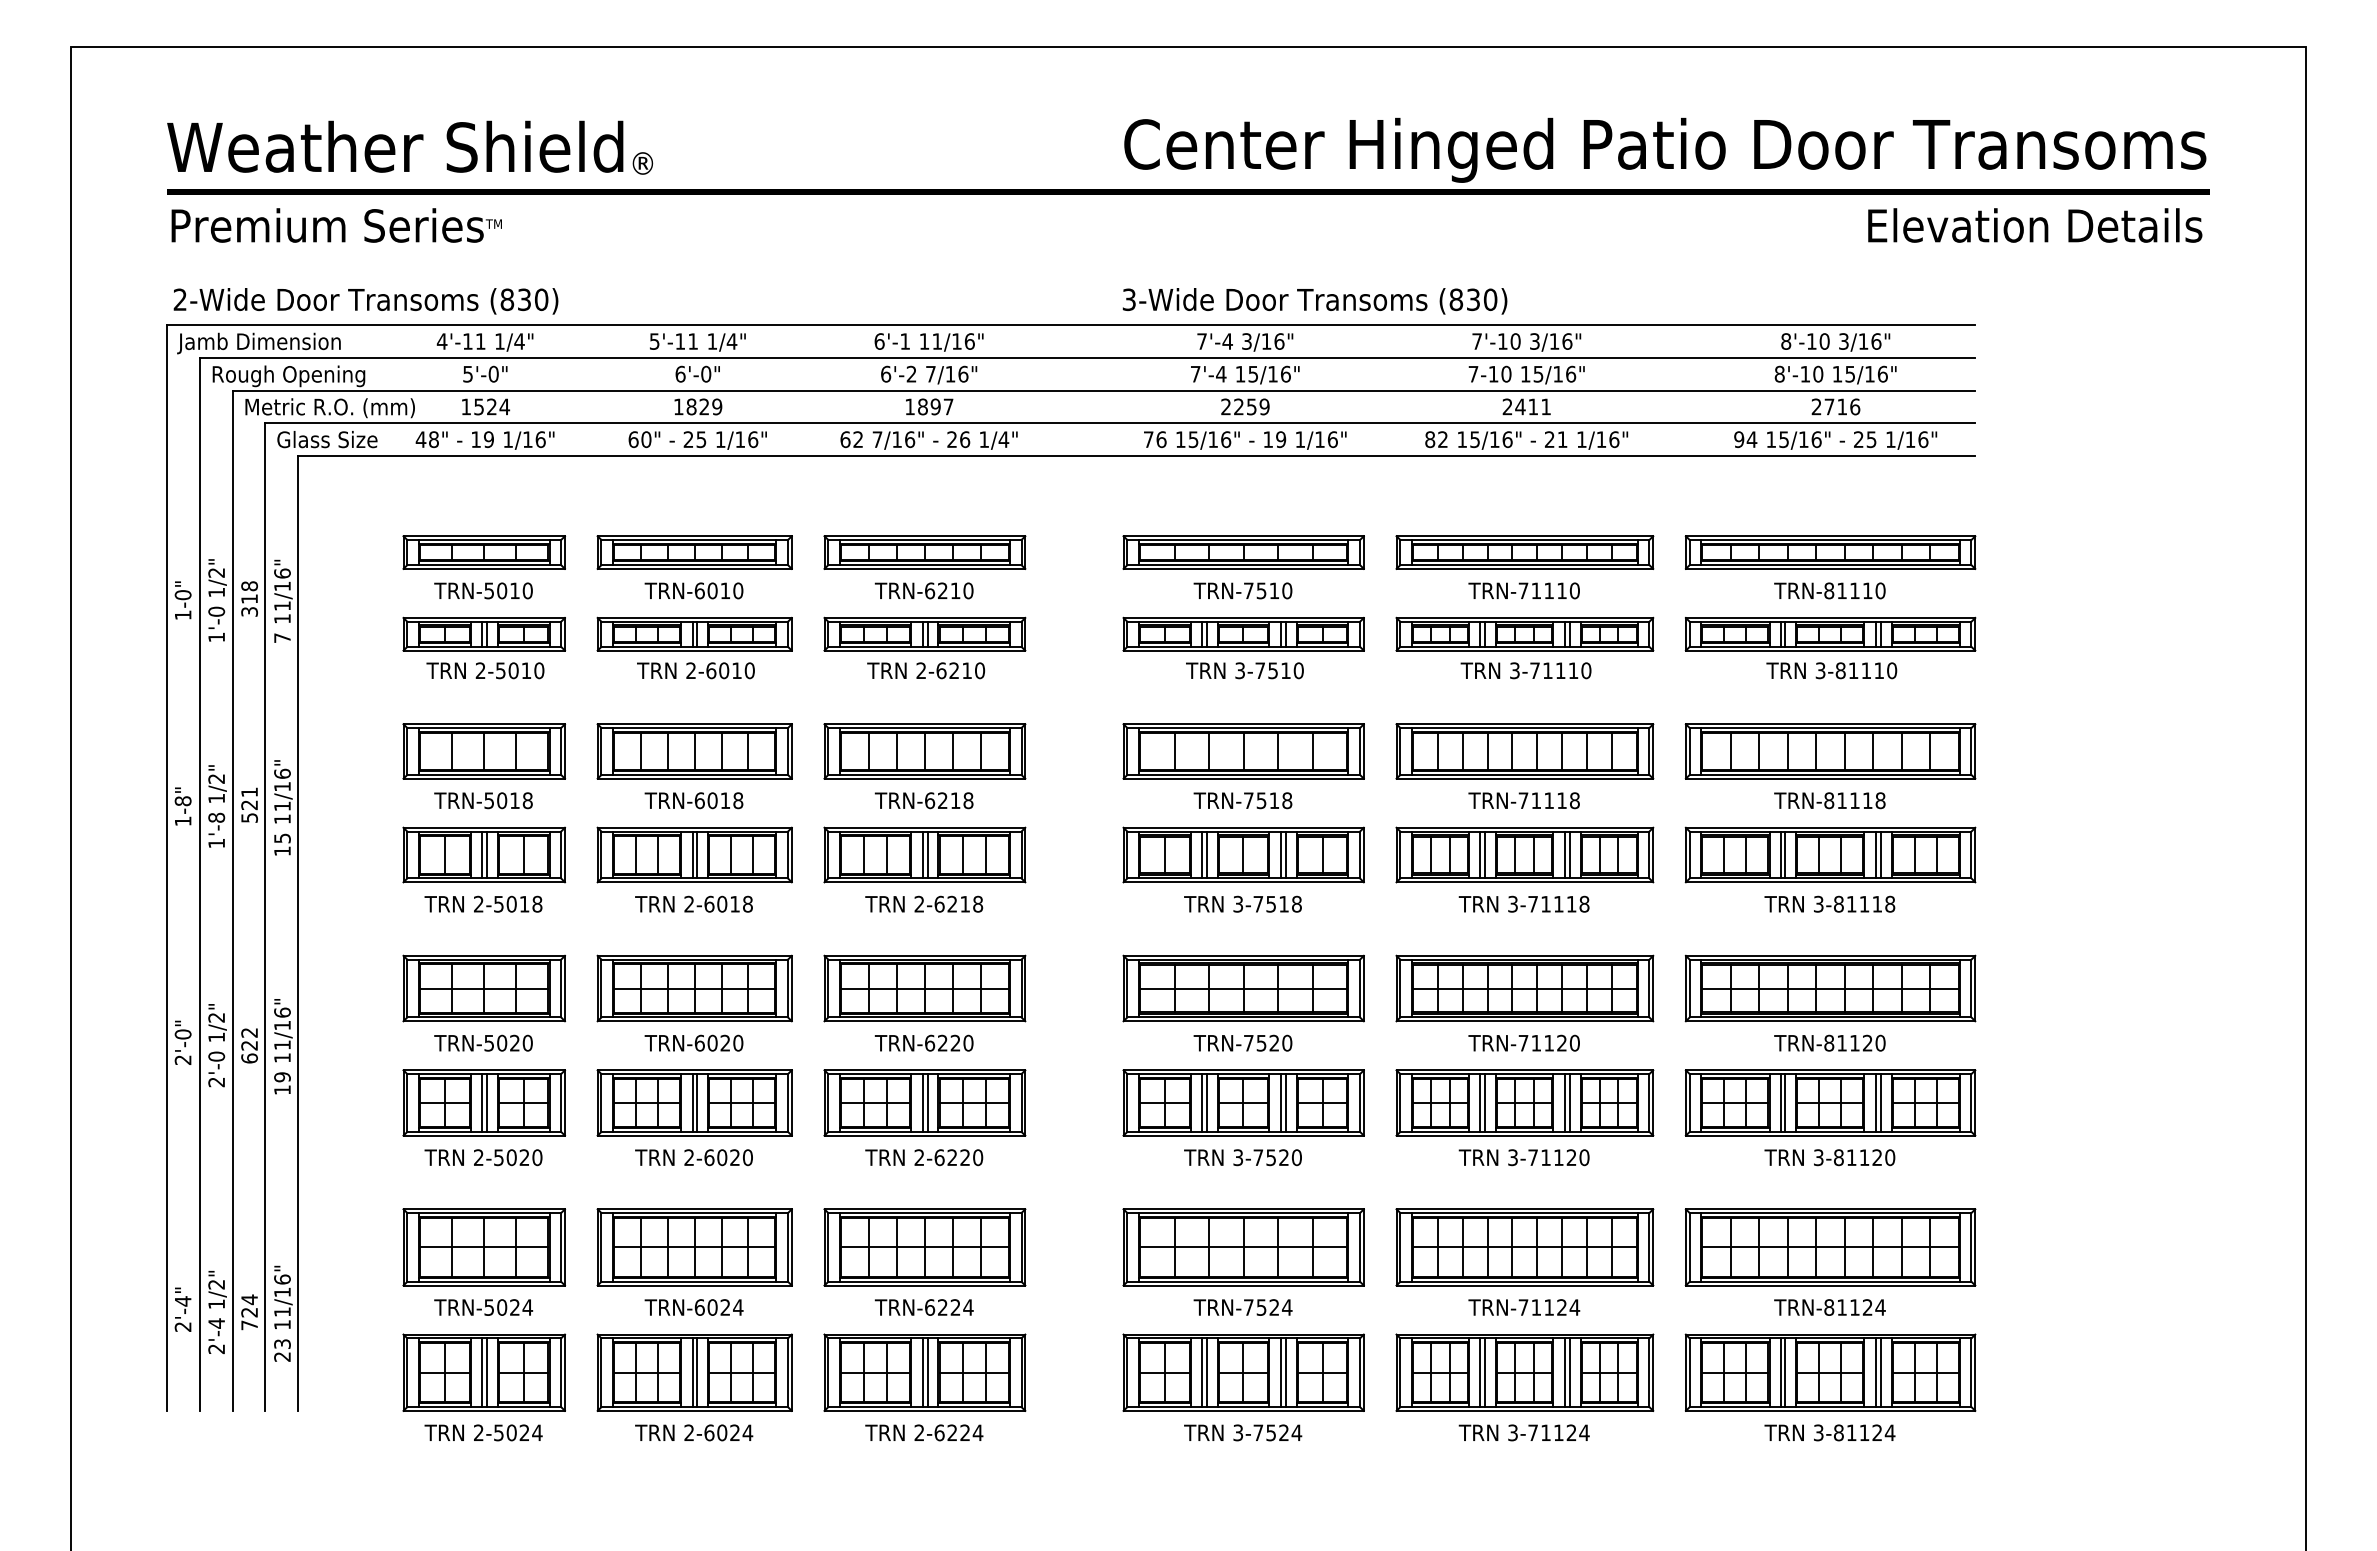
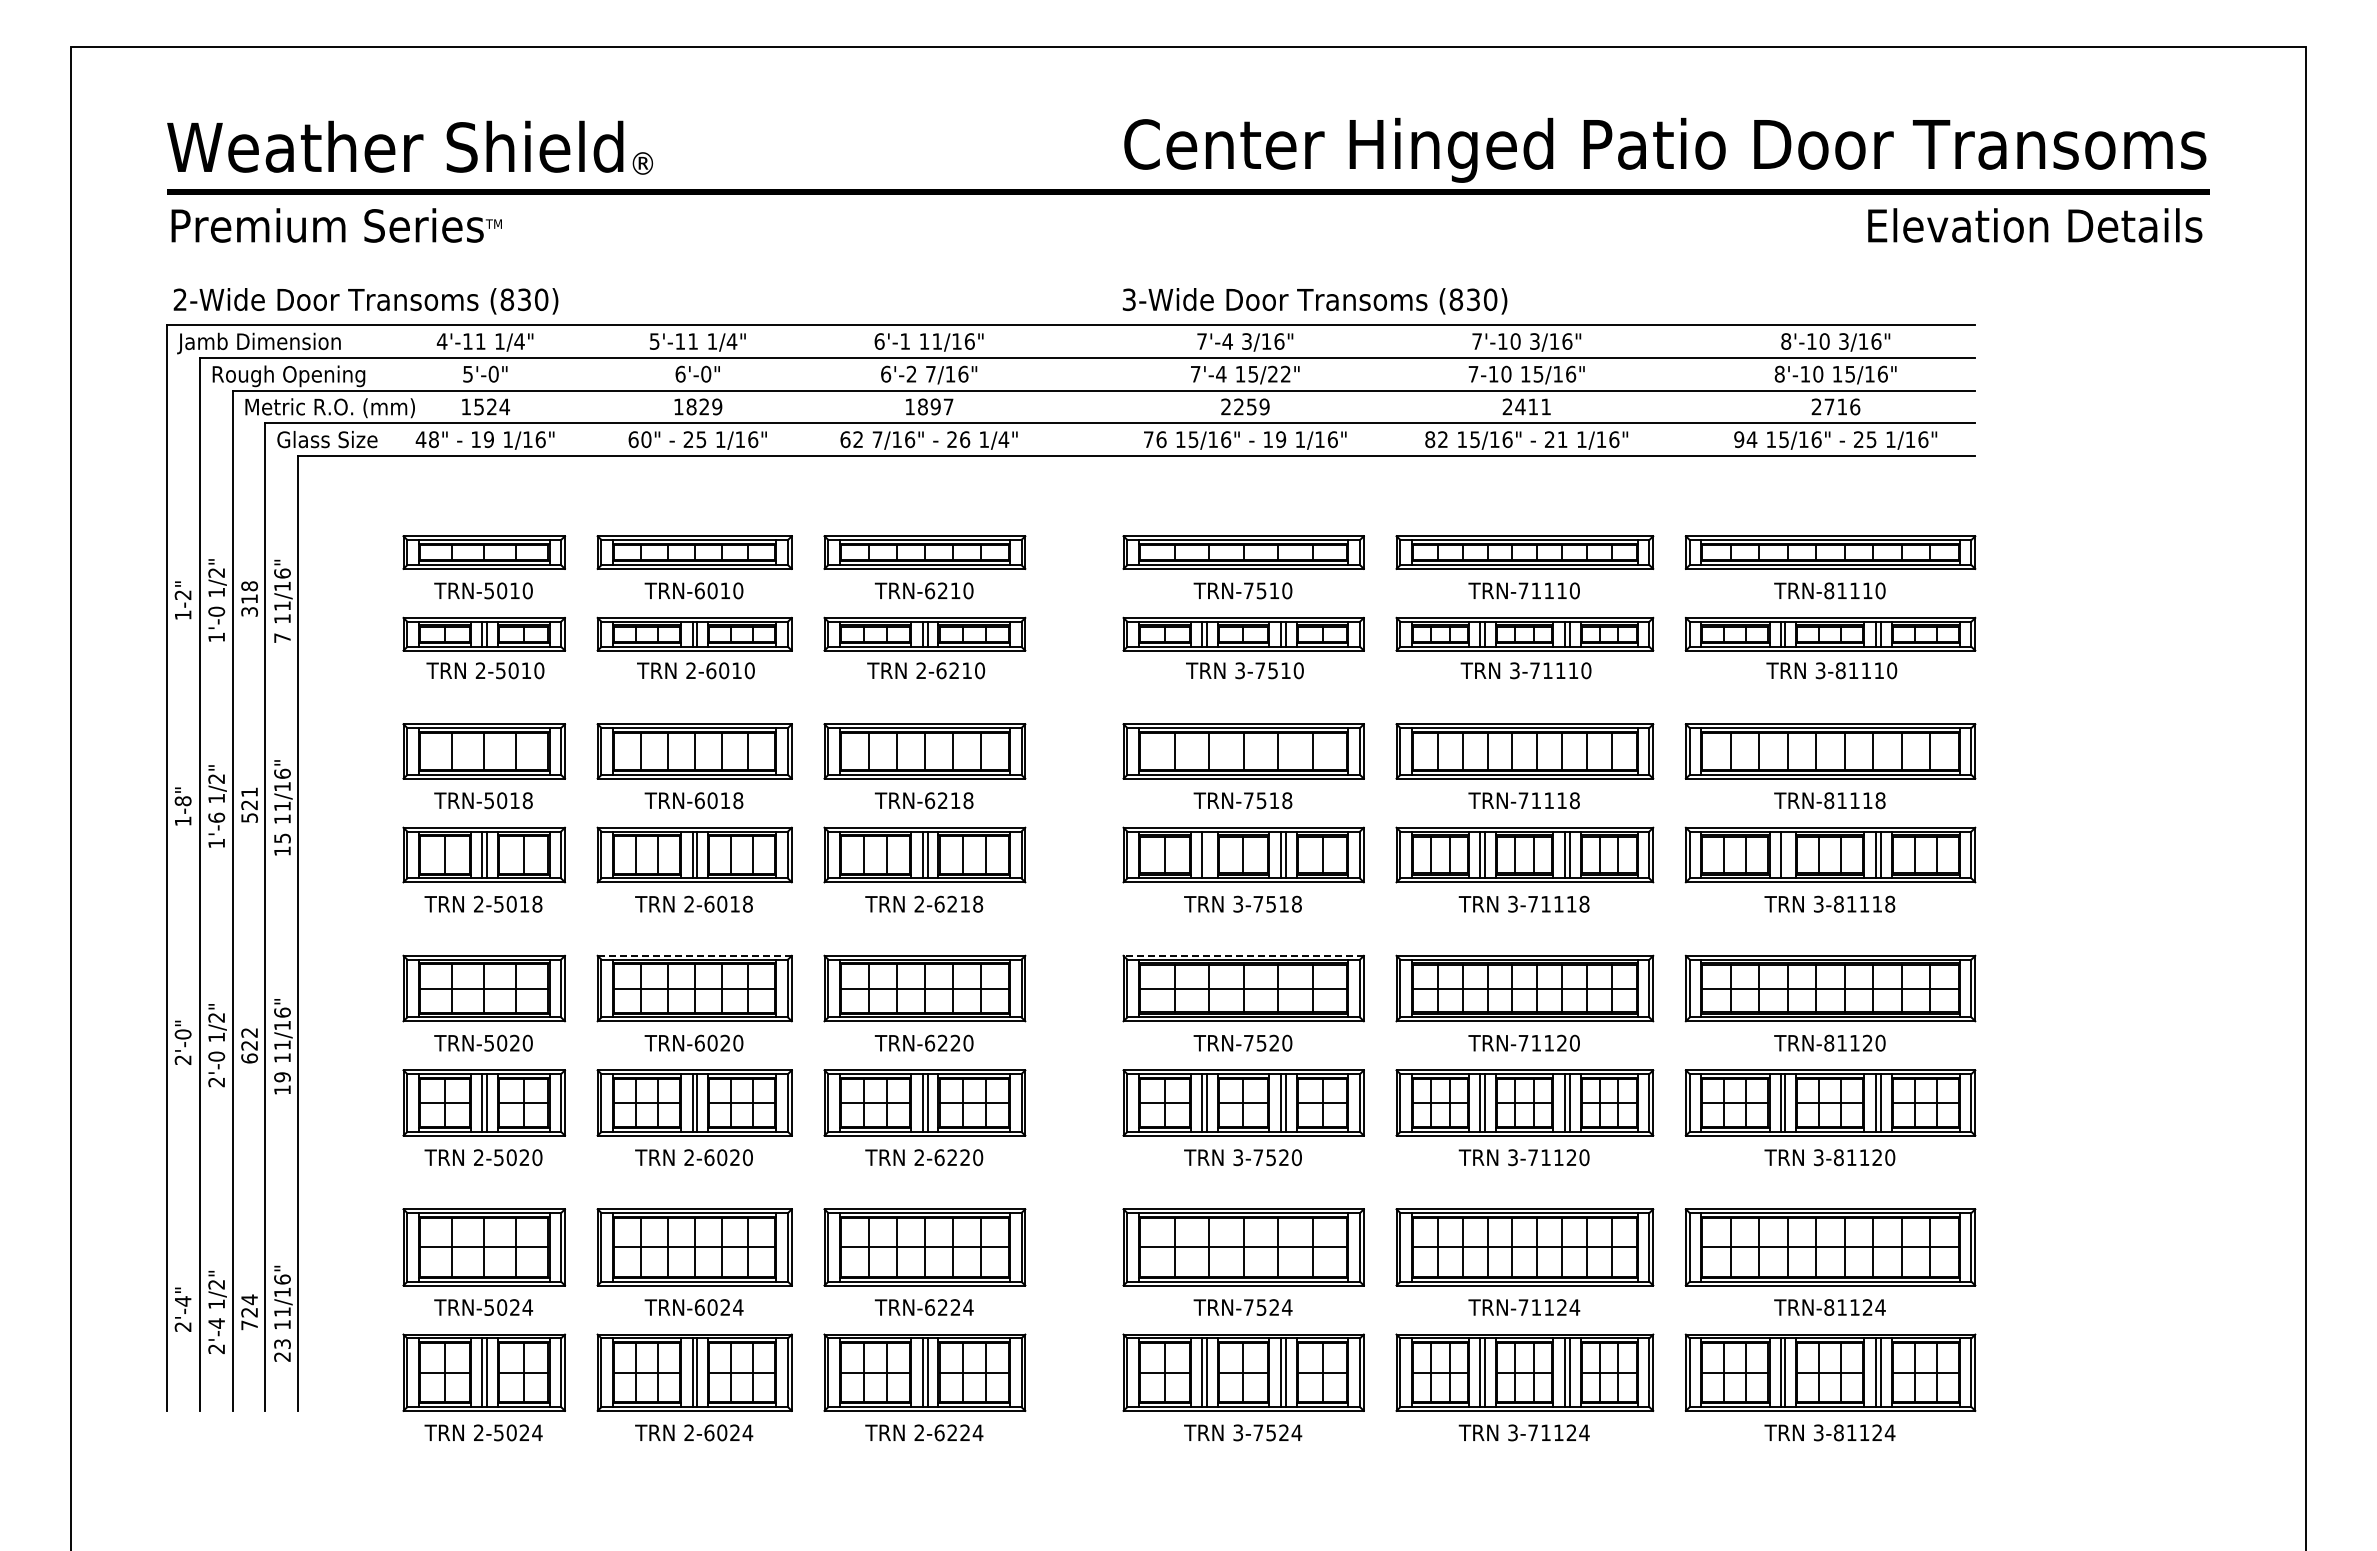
text at (1279, 373): 15/16" -> 15/22"
text at (182, 595): 1-0" -> 1-2"
text at (216, 817): 1'-8 -> 1'-6
line at (1206, 854): present -> none
line at (1785, 854): present -> none
line at (694, 955): solid -> dashed
line at (1243, 955): solid -> dashed
